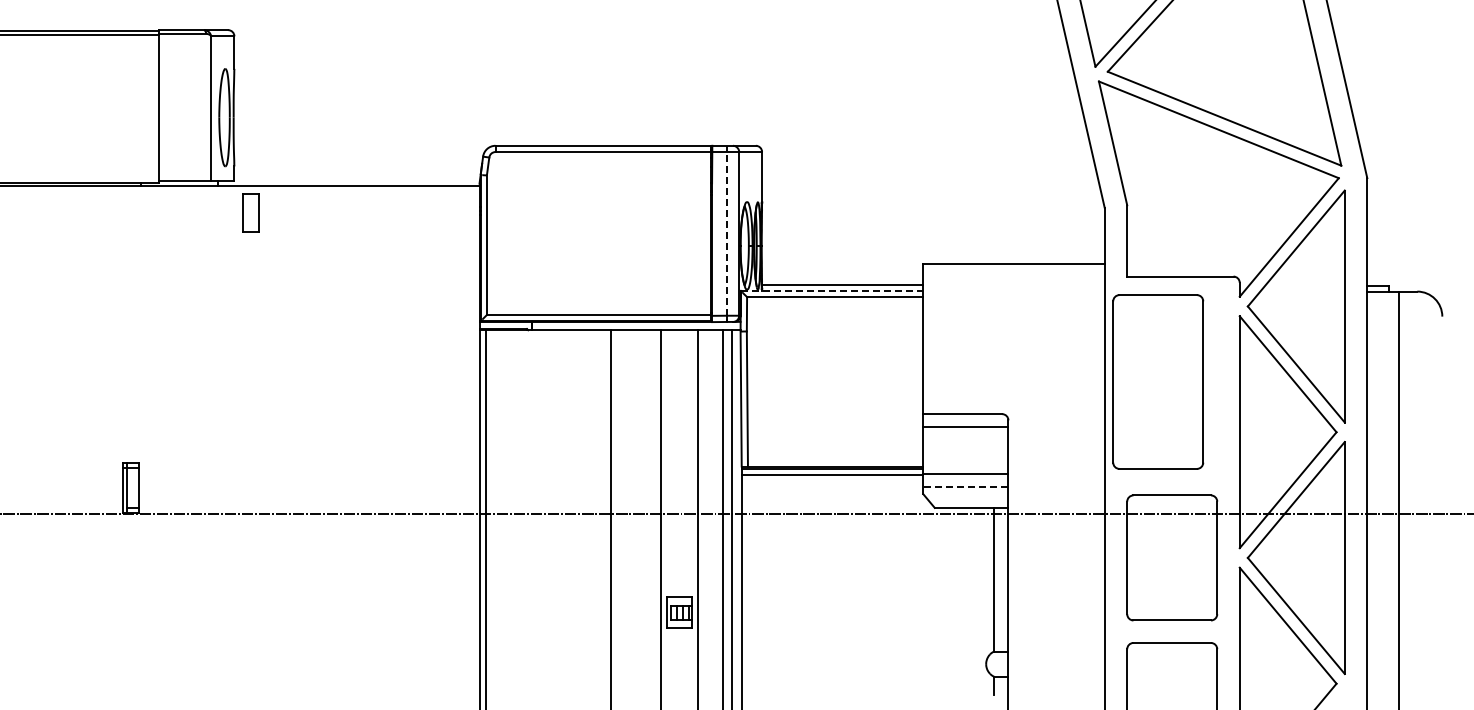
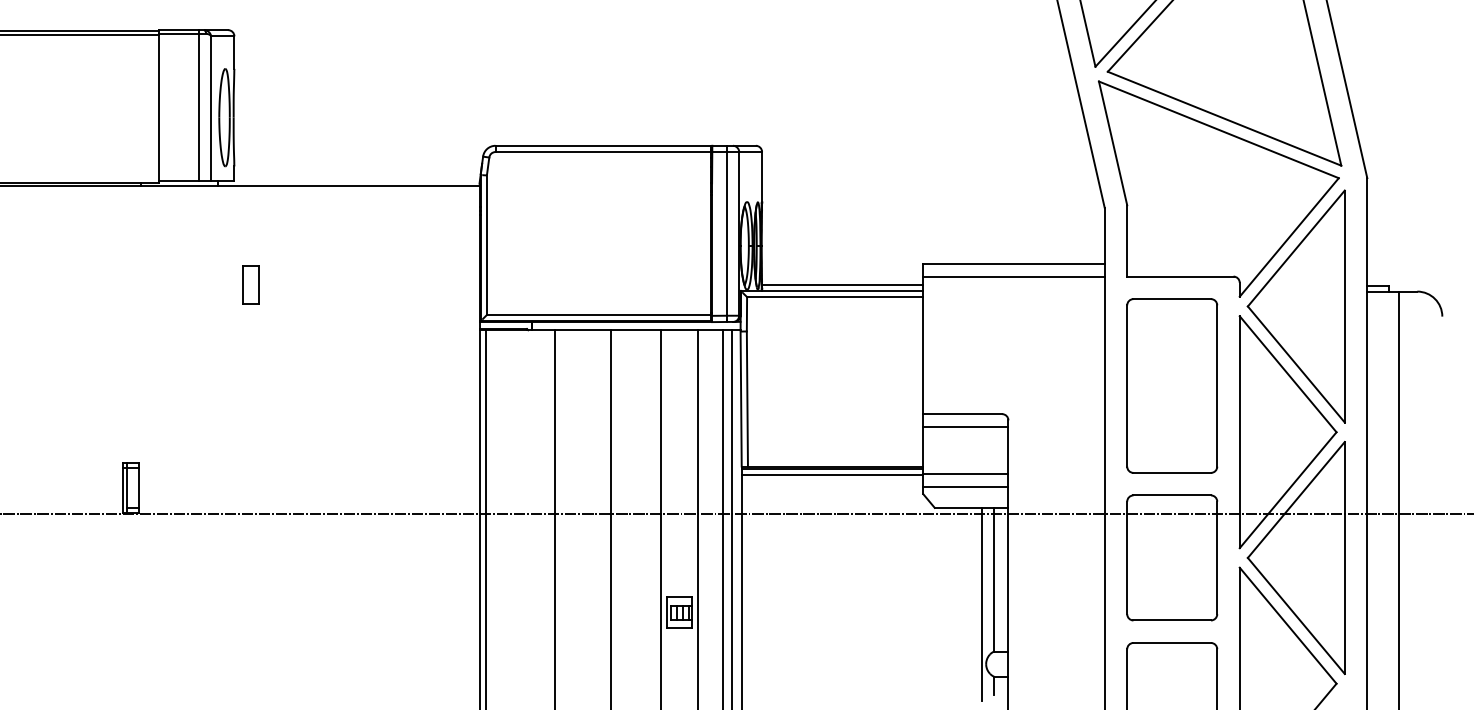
line at (198, 105): none -> present
part at (250, 212) position: (250, 212) -> (250, 284)
line at (726, 230): dashed -> solid
line at (1013, 276): none -> present
line at (832, 290): dashed -> solid
part at (1158, 381) position: (1158, 381) -> (1172, 385)
line at (965, 486): dashed -> solid
line at (554, 518): none -> present
line at (981, 603): none -> present
